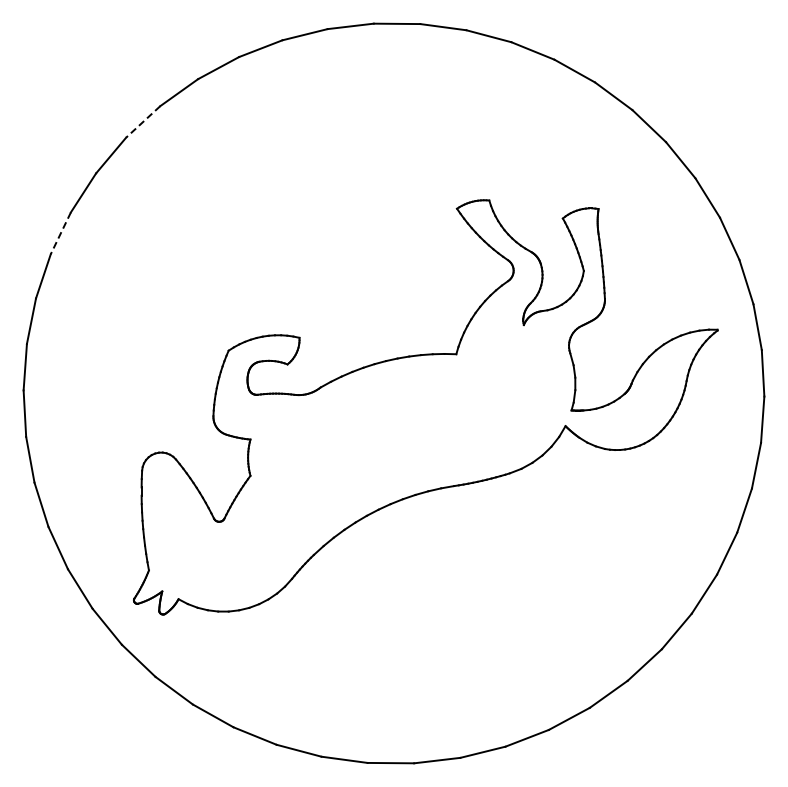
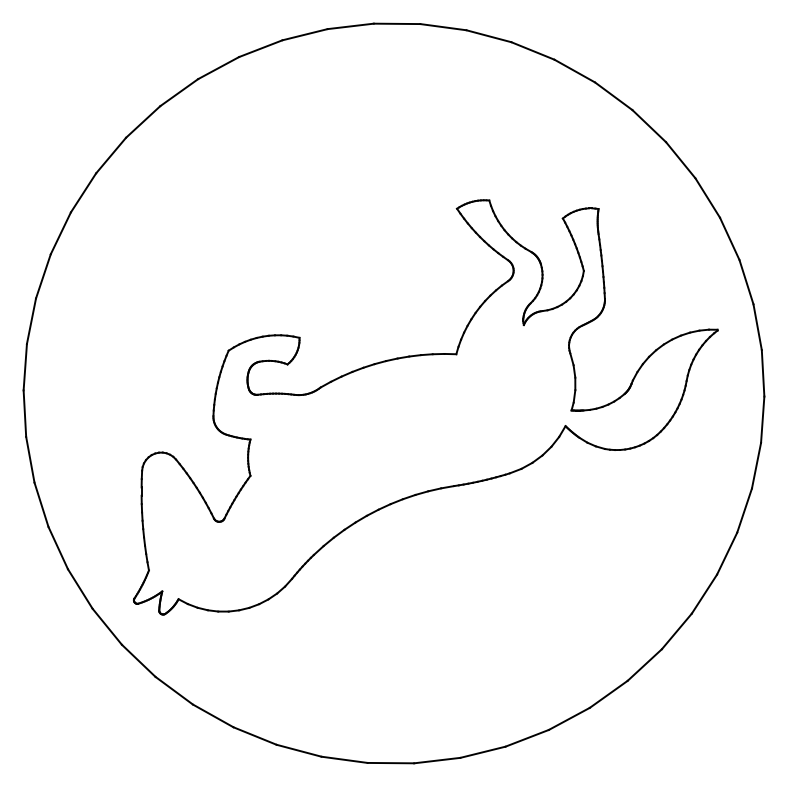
line at (142, 122): dashed -> solid
line at (60, 233): dashed -> solid
